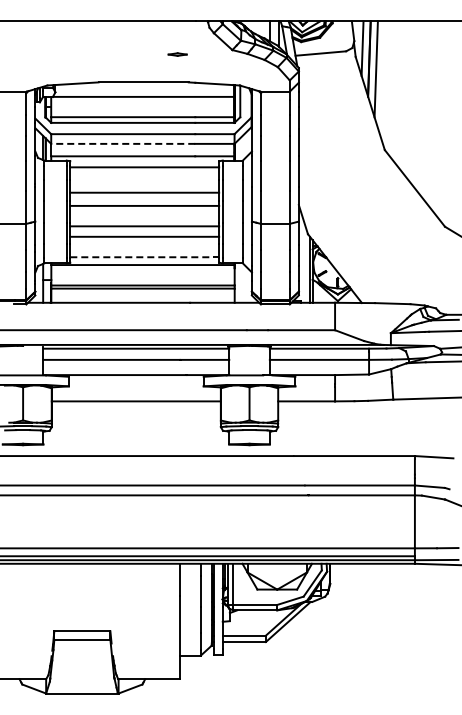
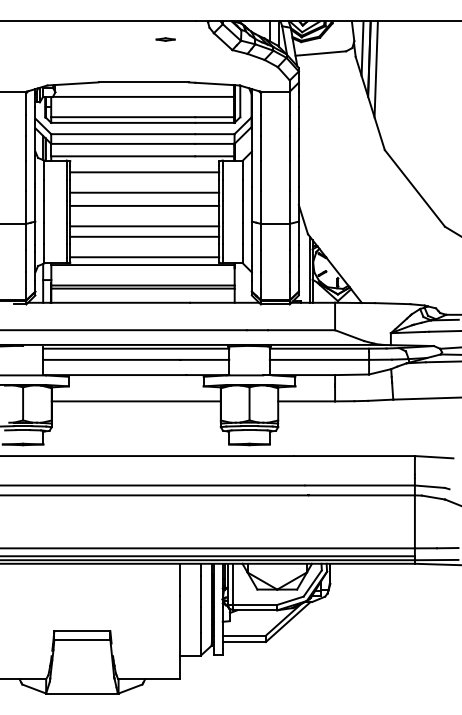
line at (177, 54) position: (177, 54) -> (165, 39)
line at (122, 143): dashed -> solid
line at (144, 167) position: (144, 167) -> (144, 172)
line at (145, 257): dashed -> solid
